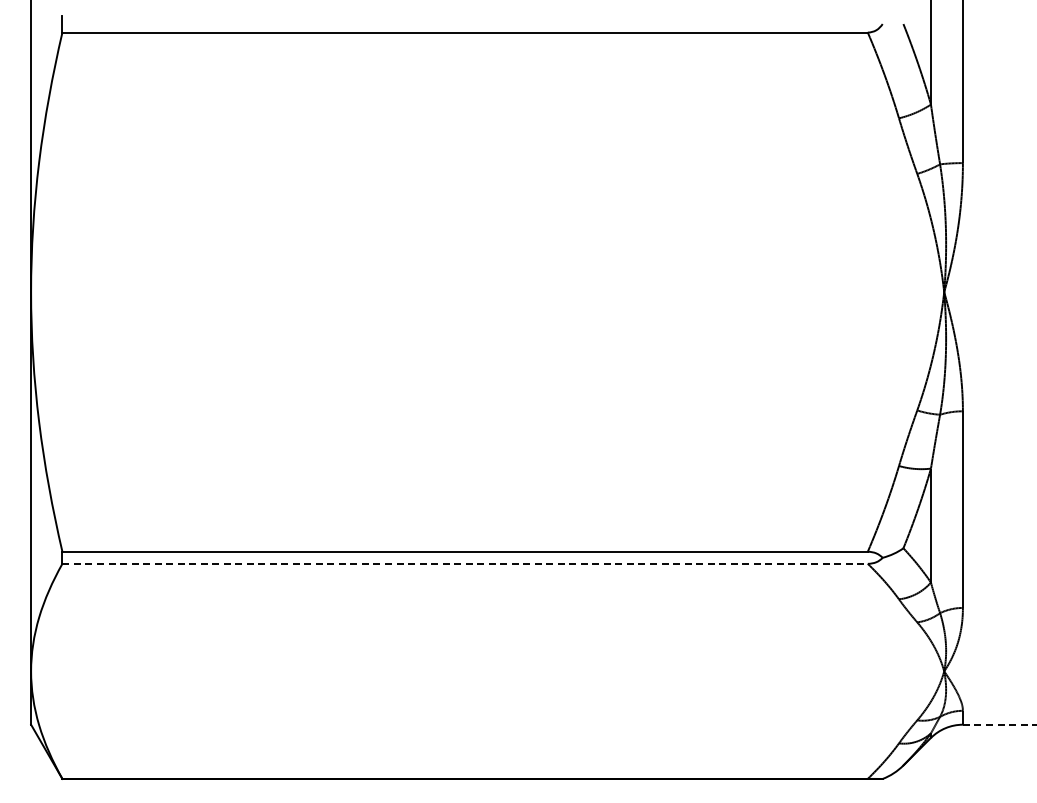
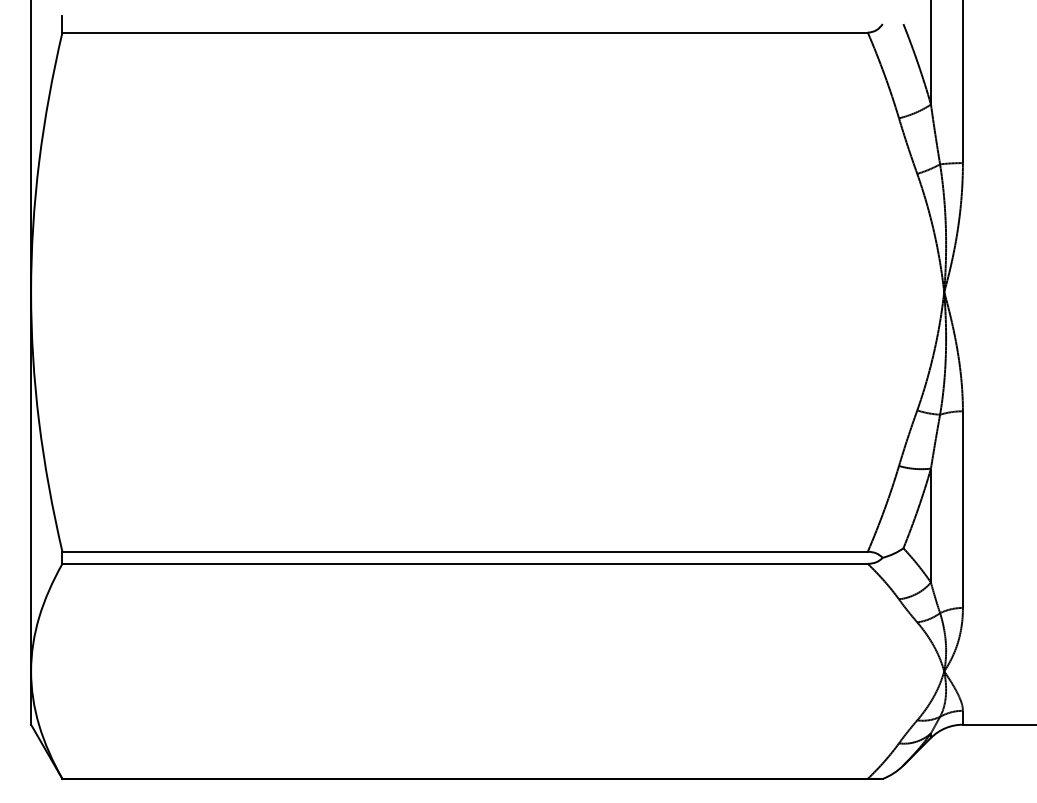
line at (465, 563): dashed -> solid
line at (999, 724): dashed -> solid
